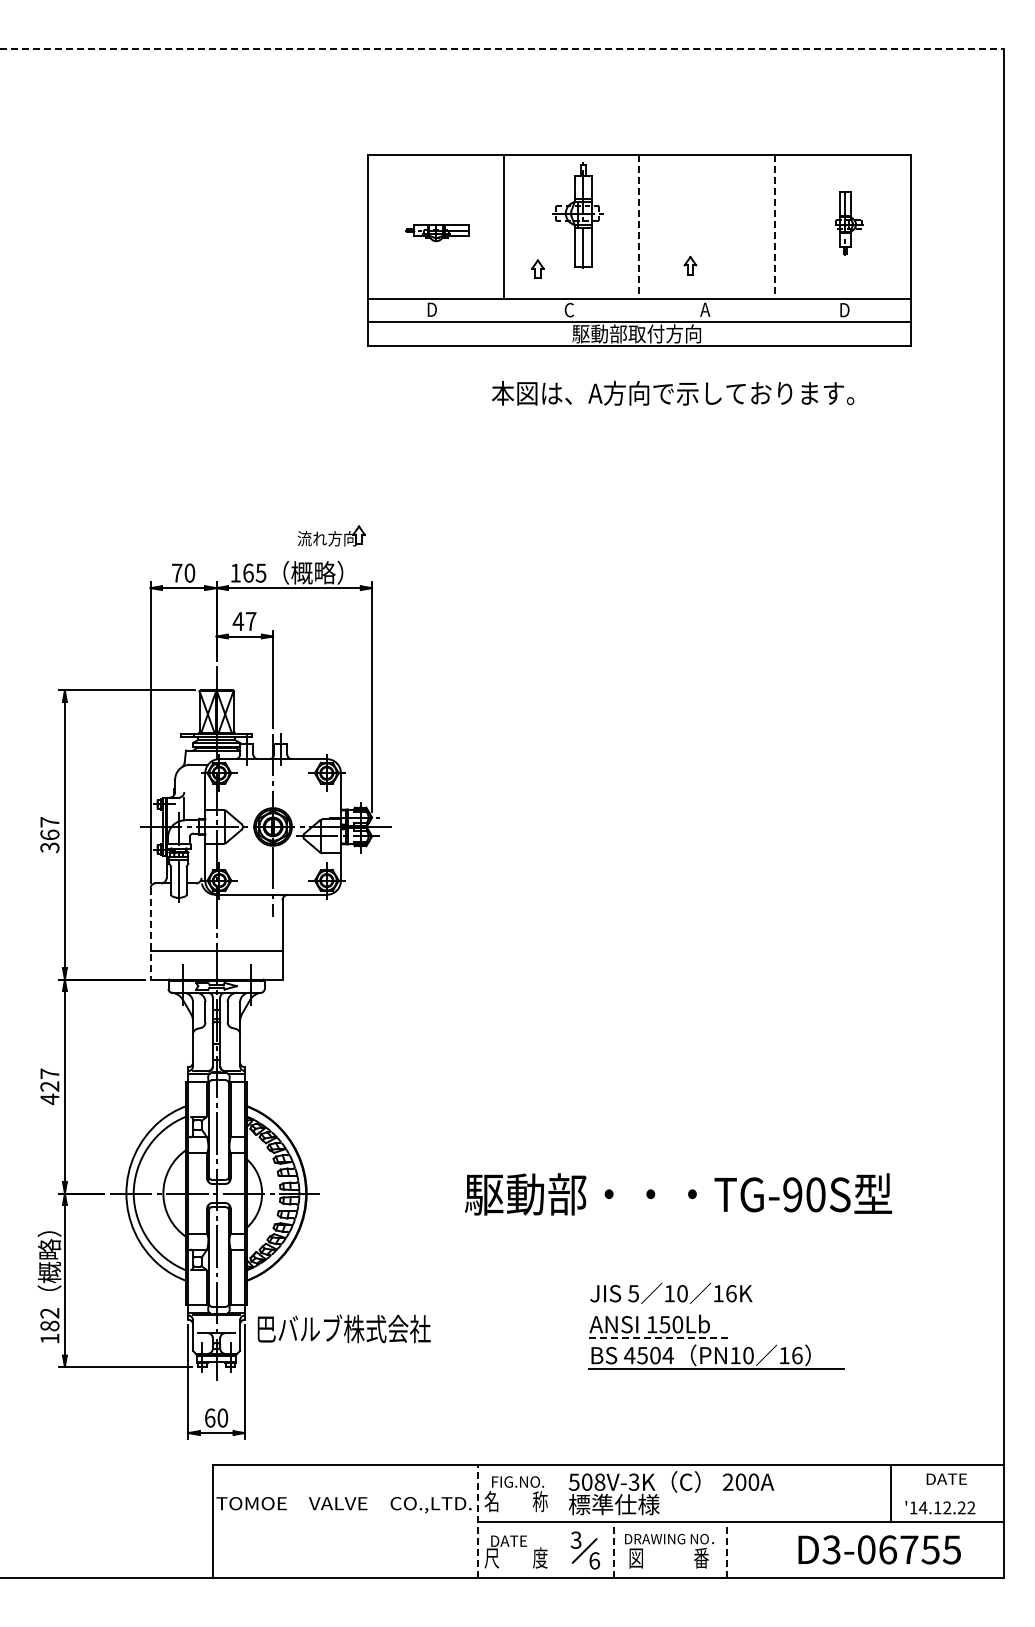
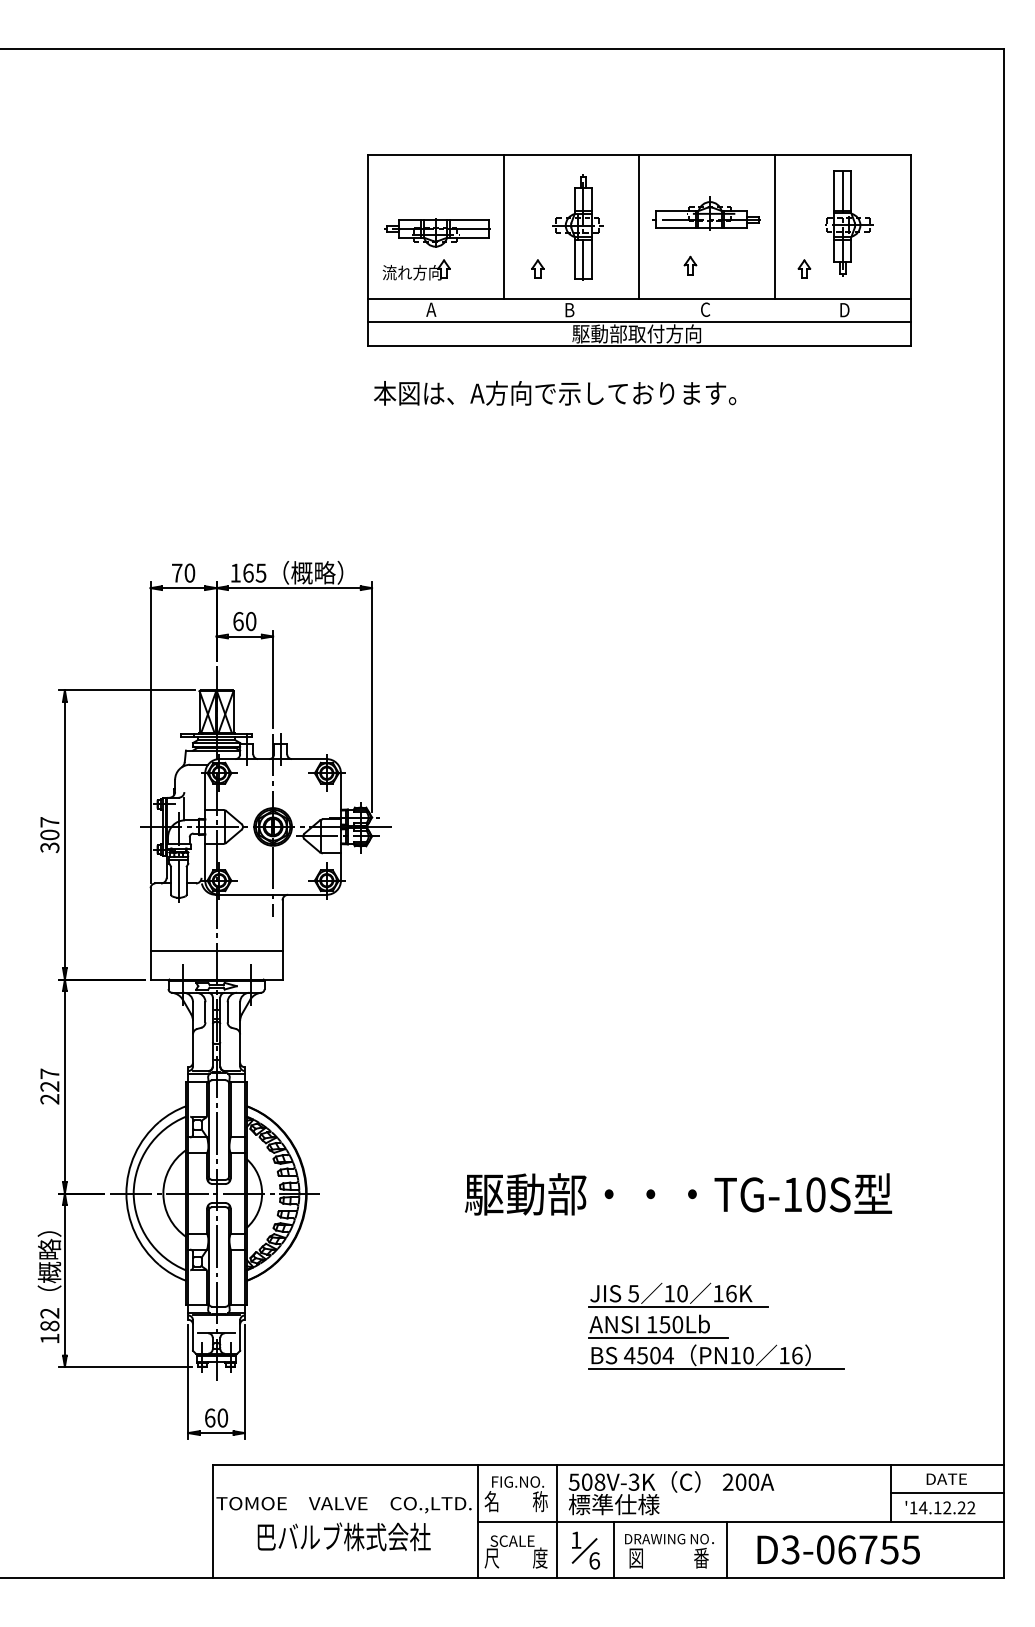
line at (502, 48): dashed -> solid
part at (706, 213): none -> present
part at (577, 215) position: (577, 215) -> (577, 227)
part at (849, 223) size: 29x65 px -> 49x107 px
line at (639, 226): dashed -> solid
line at (775, 226): dashed -> solid
part at (437, 233) size: 65x19 px -> 107x30 px
part at (804, 268): none -> present
text at (431, 309): D -> A
text at (569, 309): C -> B
text at (705, 309): A -> C
text at (673, 392) position: (673, 392) -> (555, 392)
part at (331, 535) position: (331, 535) -> (416, 269)
text at (244, 621): 47 -> 60
text at (49, 834): 367 -> 307
line at (150, 933): dashed -> solid
text at (49, 1099): 427 -> 227
text at (792, 1194): TG-90S -> TG-10S
line at (678, 1307): none -> present
text at (343, 1328) position: (343, 1328) -> (343, 1536)
line at (658, 1338): dashed -> solid
line at (947, 1493): none -> present
line at (478, 1521): dashed -> solid
line at (557, 1521): none -> present
text at (575, 1539): 3 -> 1
text at (512, 1540): DATE -> SCALE
line at (614, 1549): dashed -> solid
line at (727, 1549): dashed -> solid
text at (879, 1549) position: (879, 1549) -> (838, 1549)
